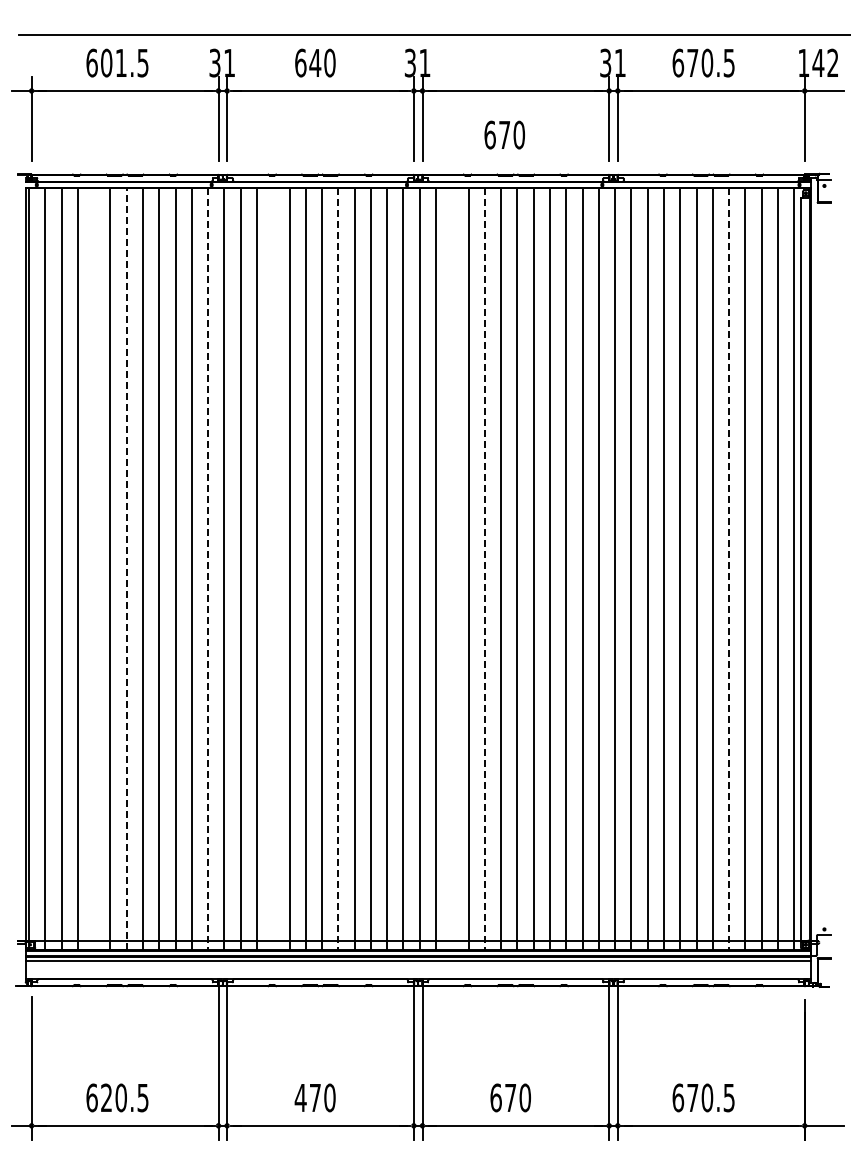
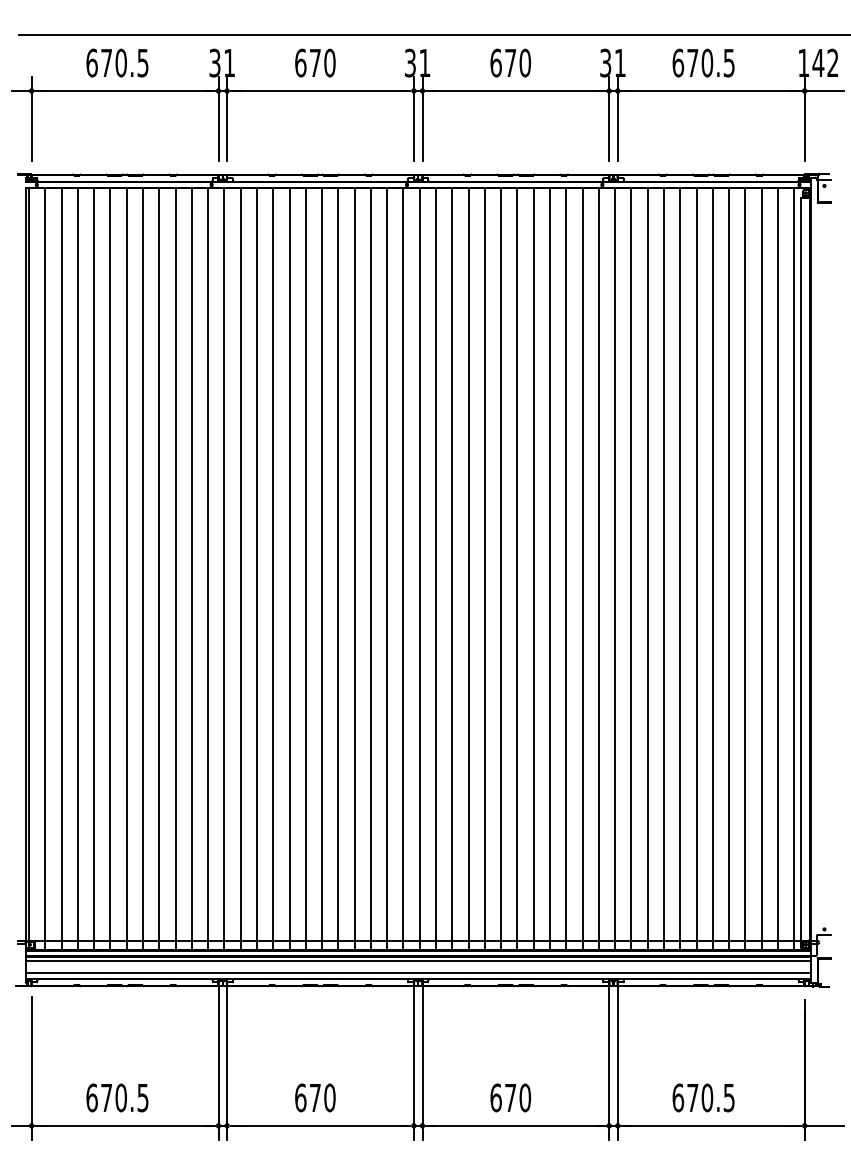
text at (113, 62): 601.5 -> 670.5
text at (315, 62): 640 -> 670
text at (504, 134) position: (504, 134) -> (510, 62)
line at (94, 568): none -> present
line at (126, 568): dashed -> solid
line at (273, 568): none -> present
line at (452, 568): none -> present
line at (208, 569): dashed -> solid
line at (338, 569): dashed -> solid
line at (484, 569): dashed -> solid
line at (728, 569): dashed -> solid
line at (417, 973): none -> present
text at (106, 1097): 620.5 -> 670.5
text at (300, 1097): 470 -> 670
